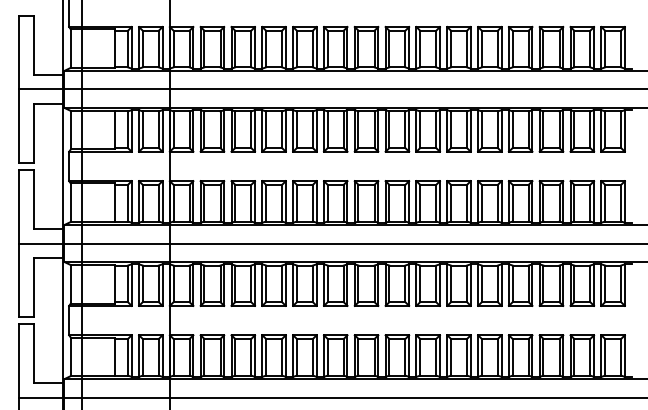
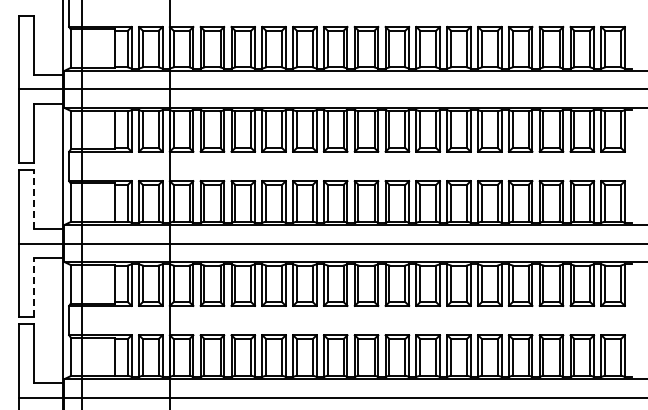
line at (34, 198): solid -> dashed
line at (34, 287): solid -> dashed
